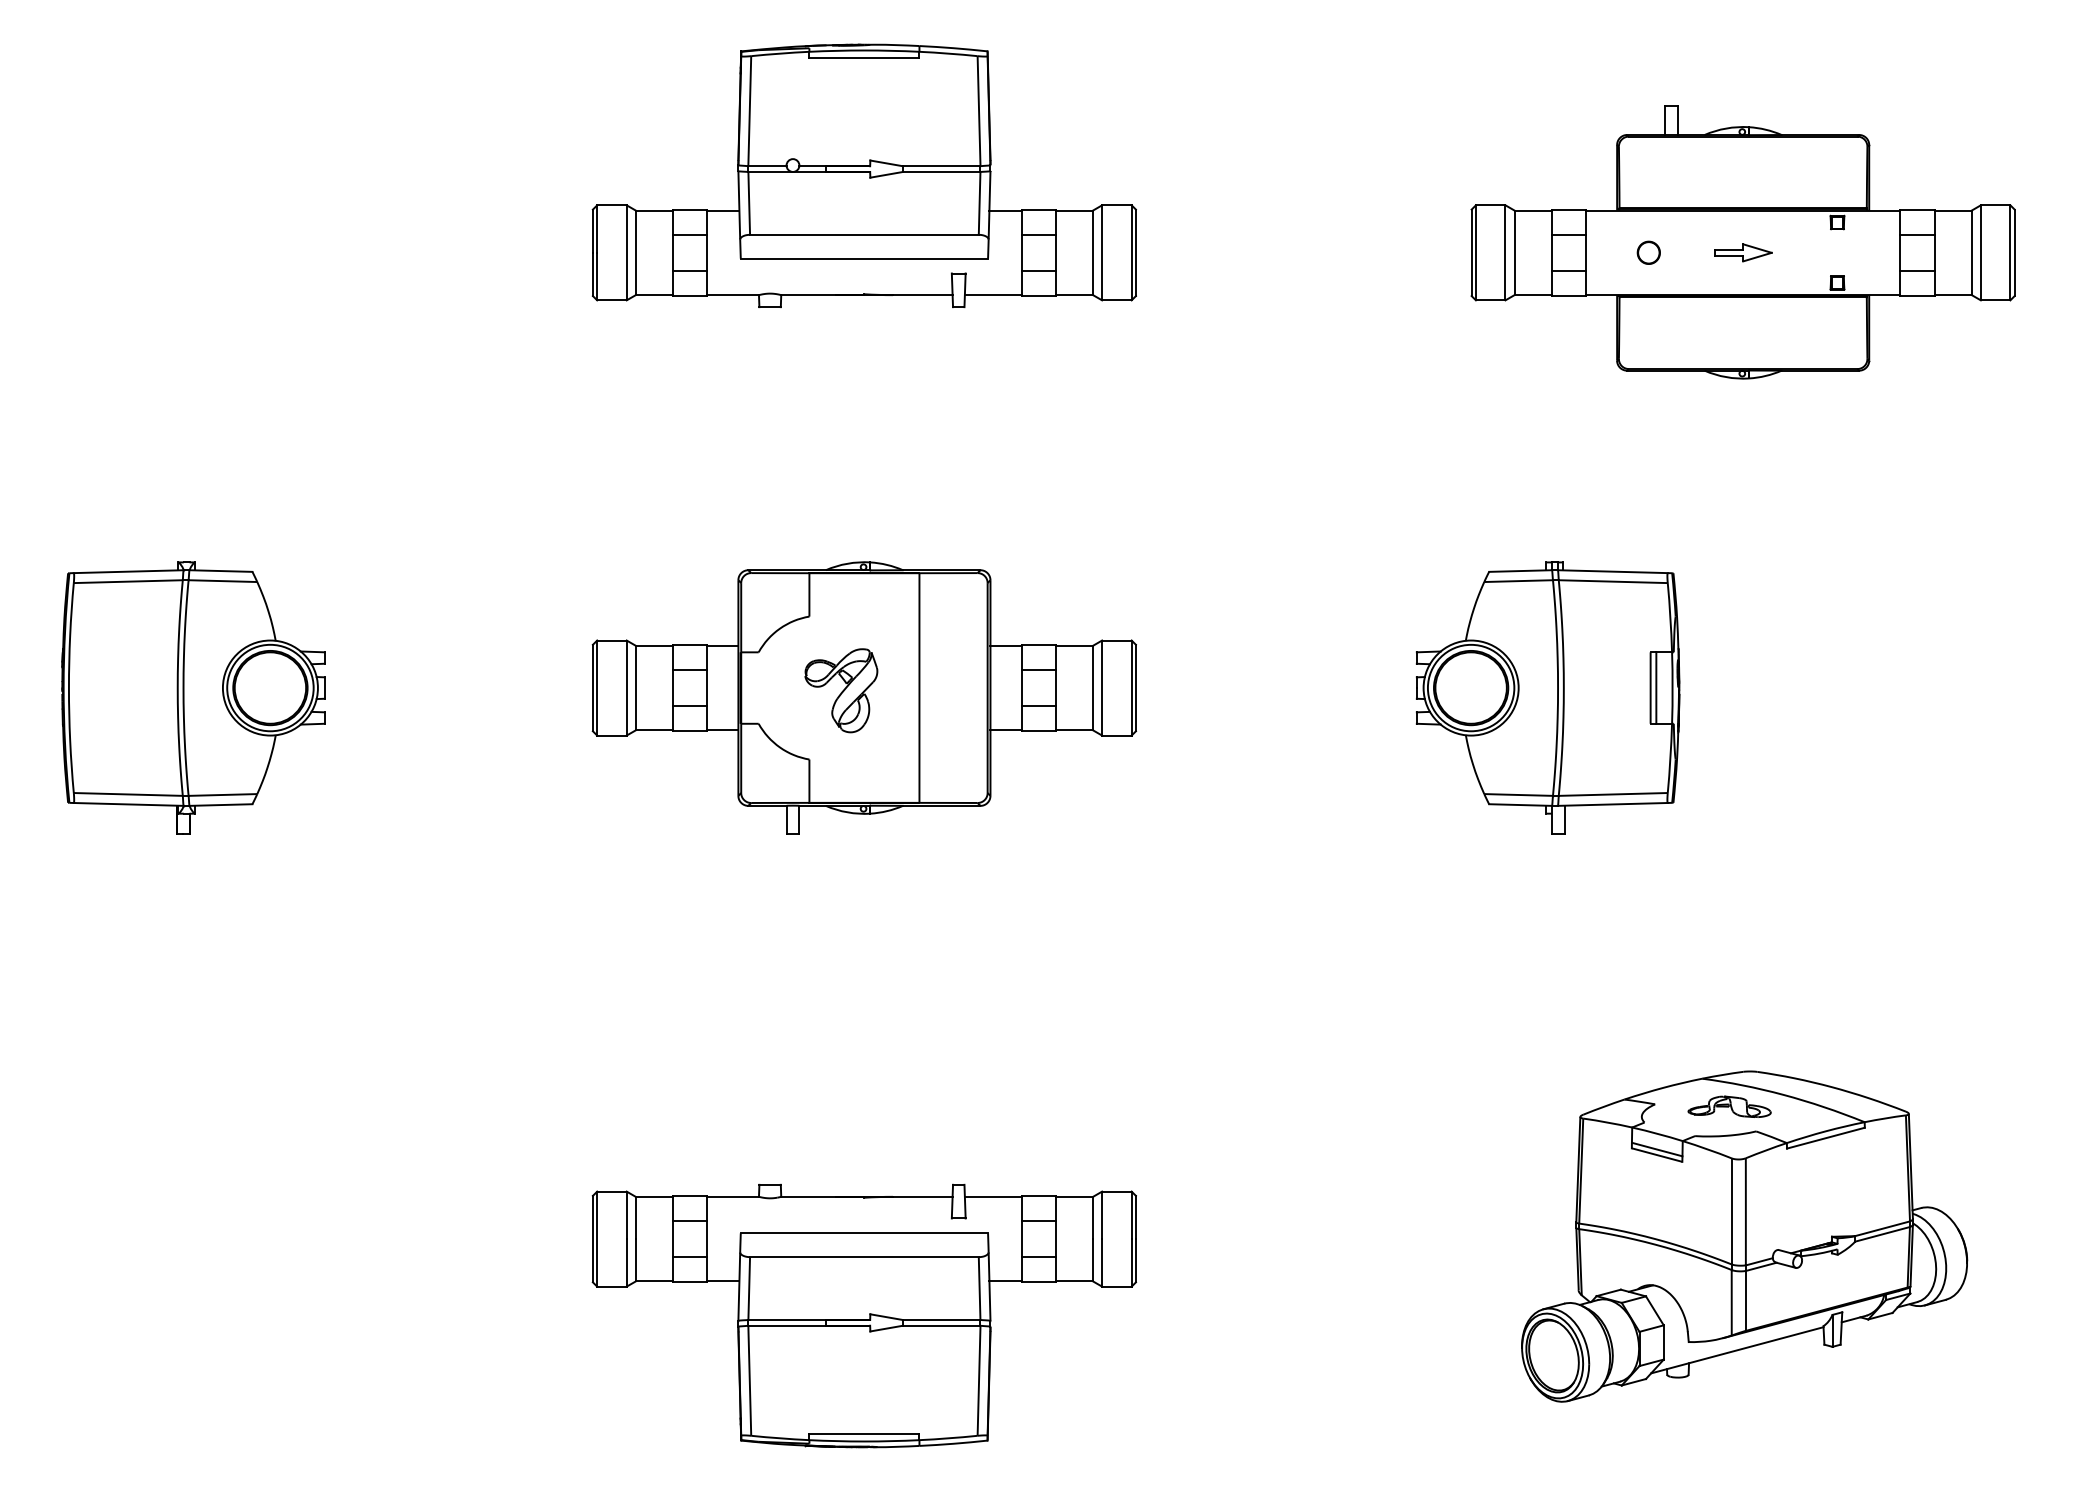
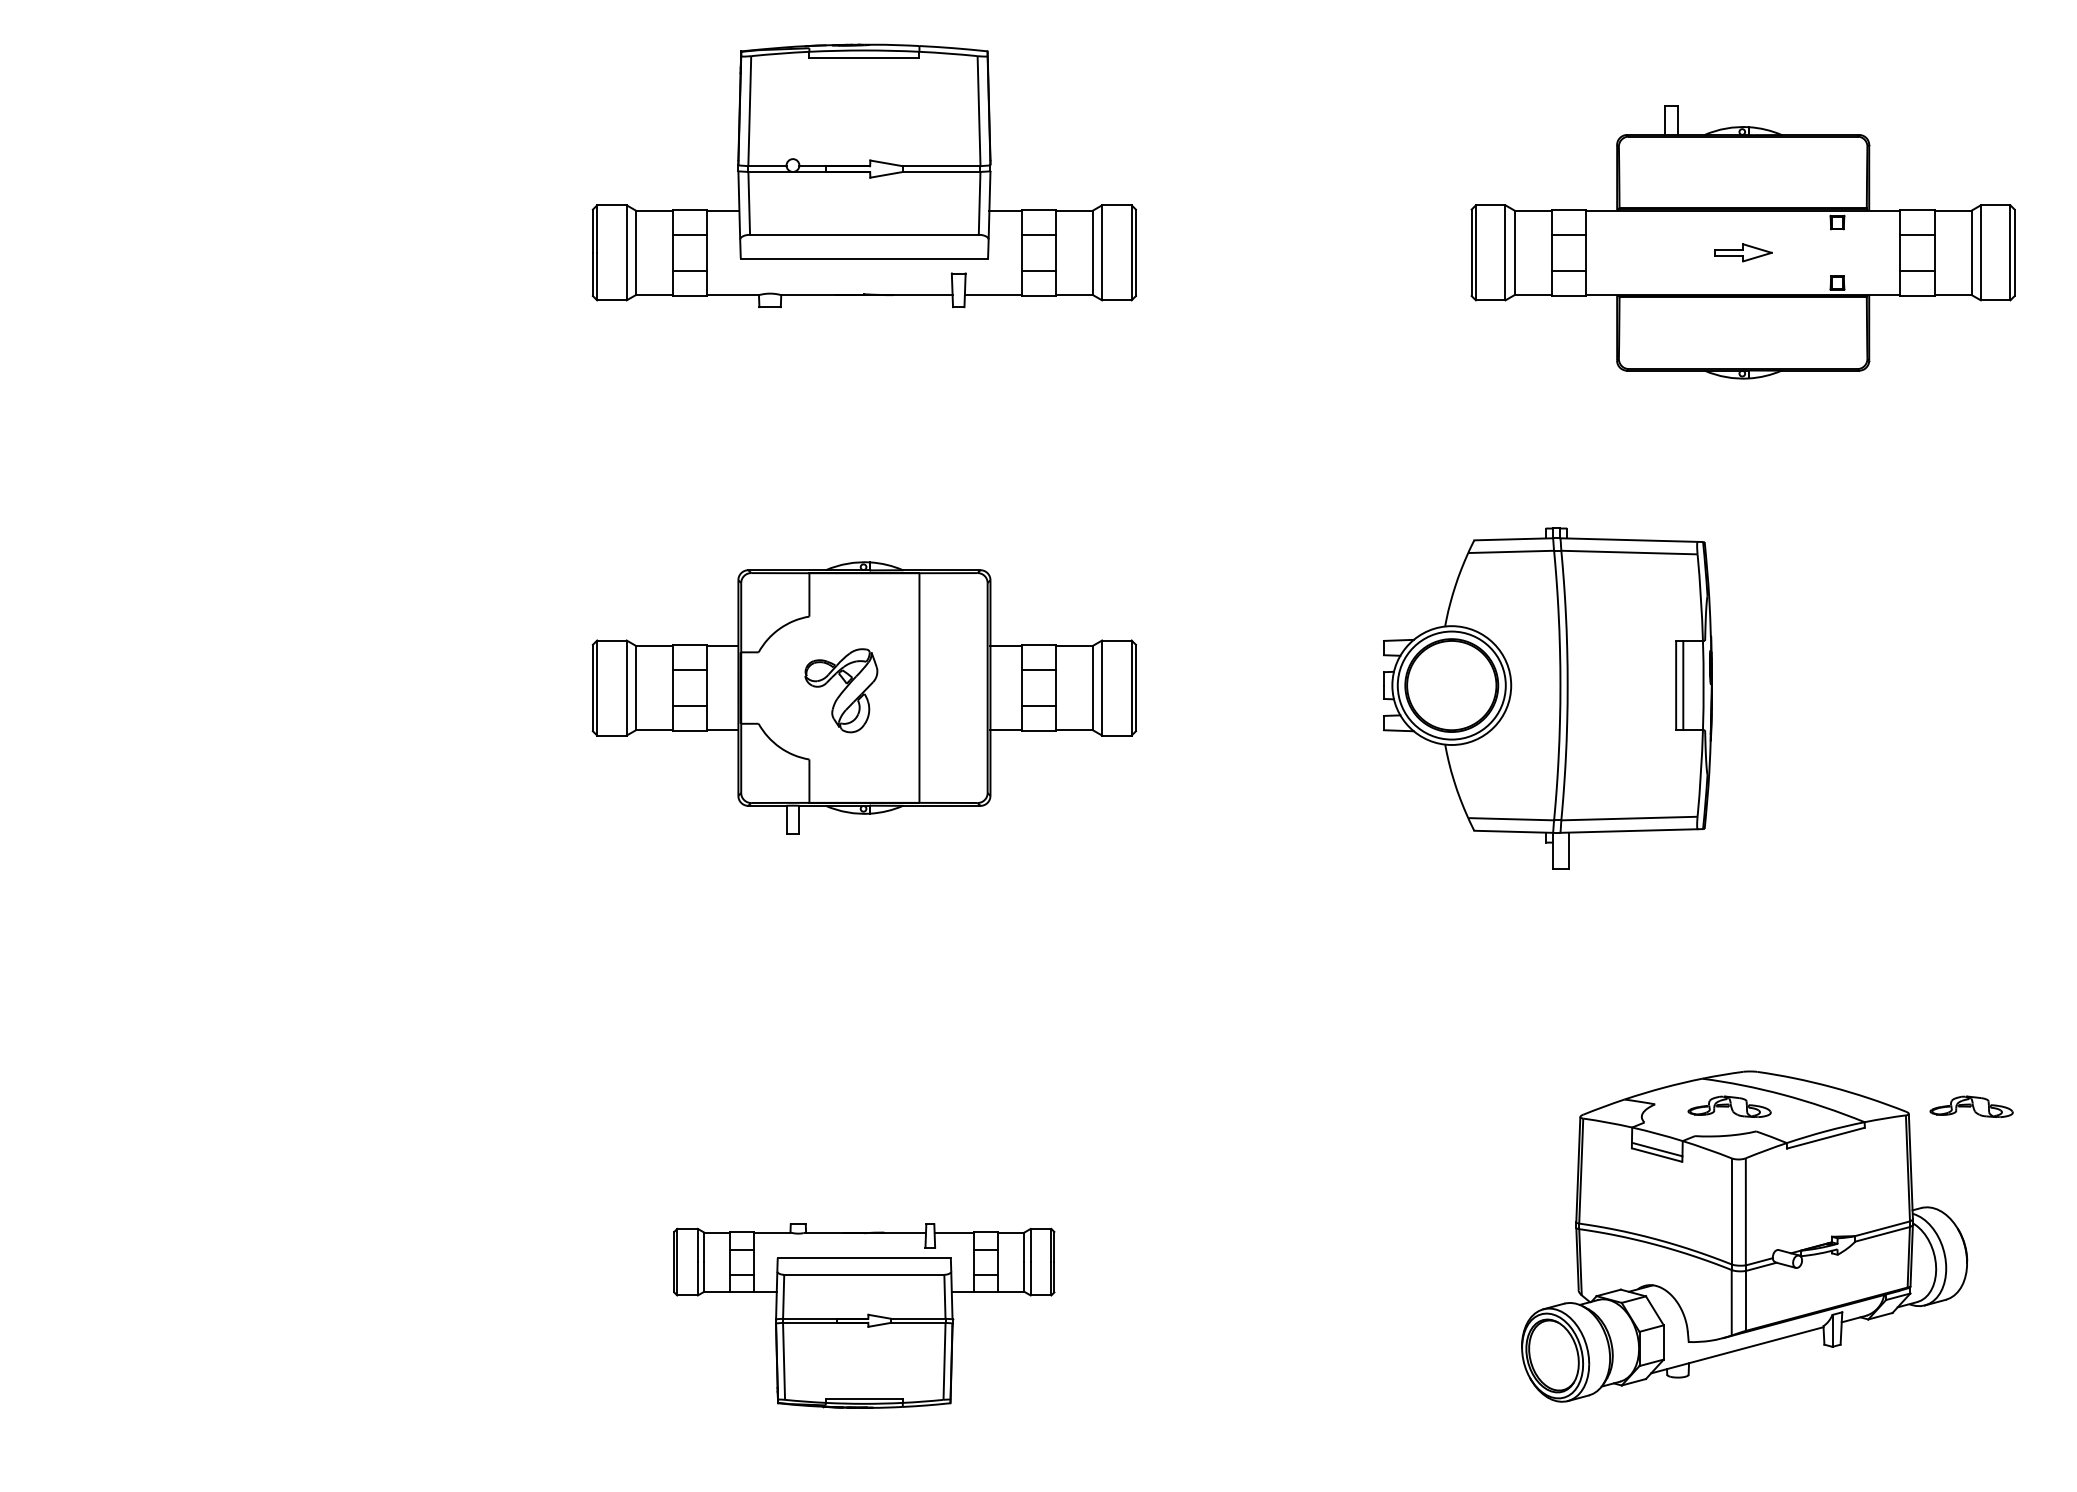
part at (1648, 252): present -> none
part at (193, 697): present -> none
part at (1548, 697) size: 265x274 px -> 330x343 px
part at (1971, 1106): none -> present
part at (863, 1315) size: 546x266 px -> 383x186 px
